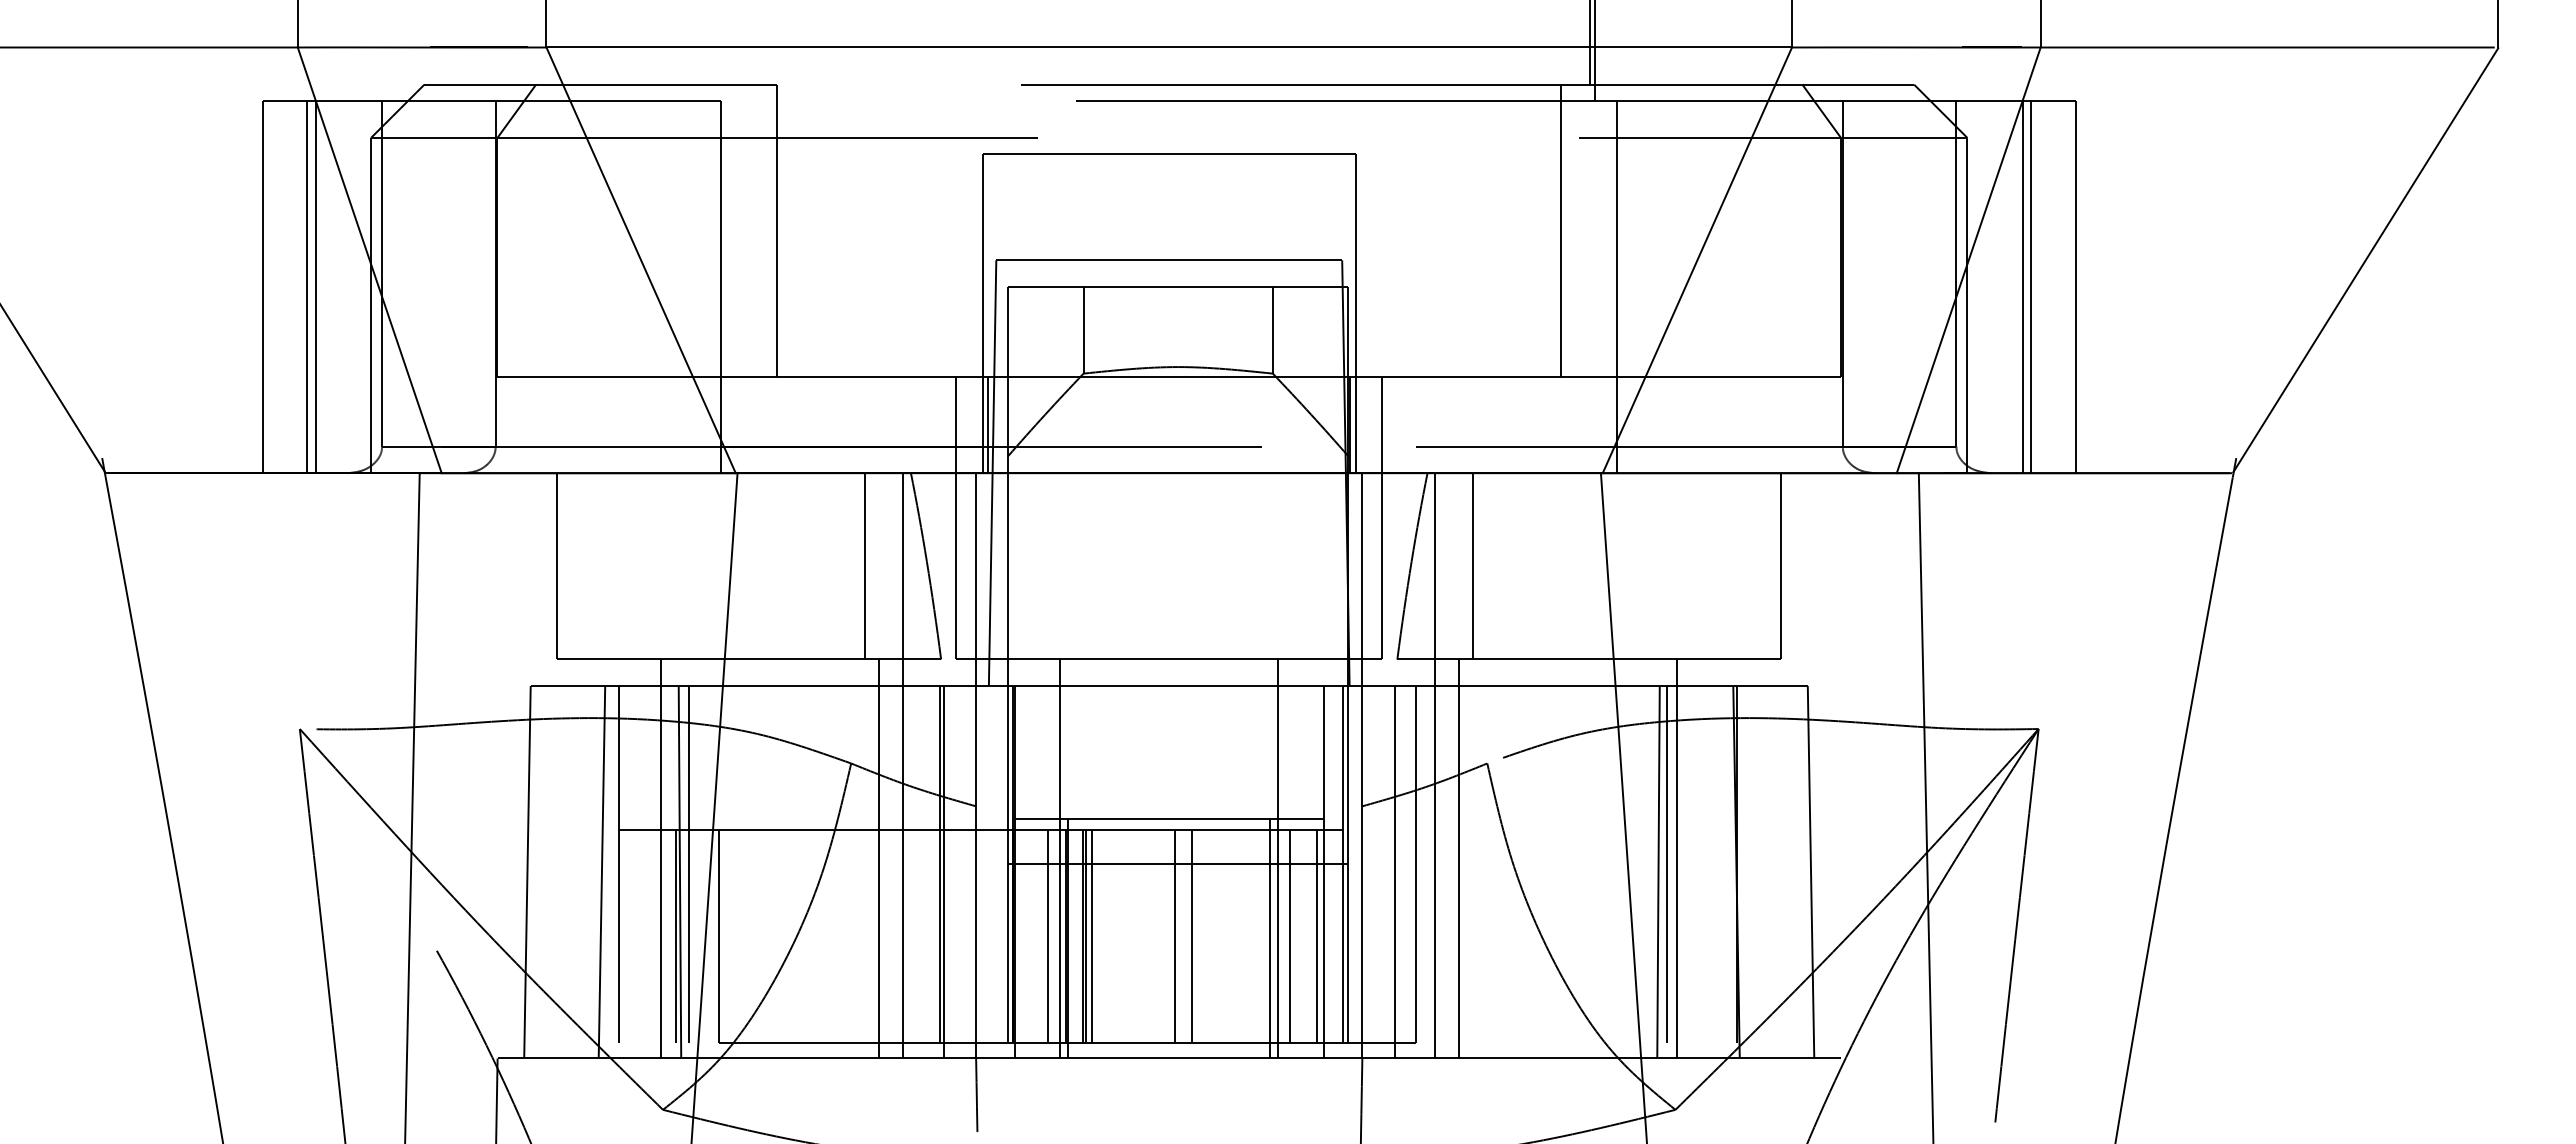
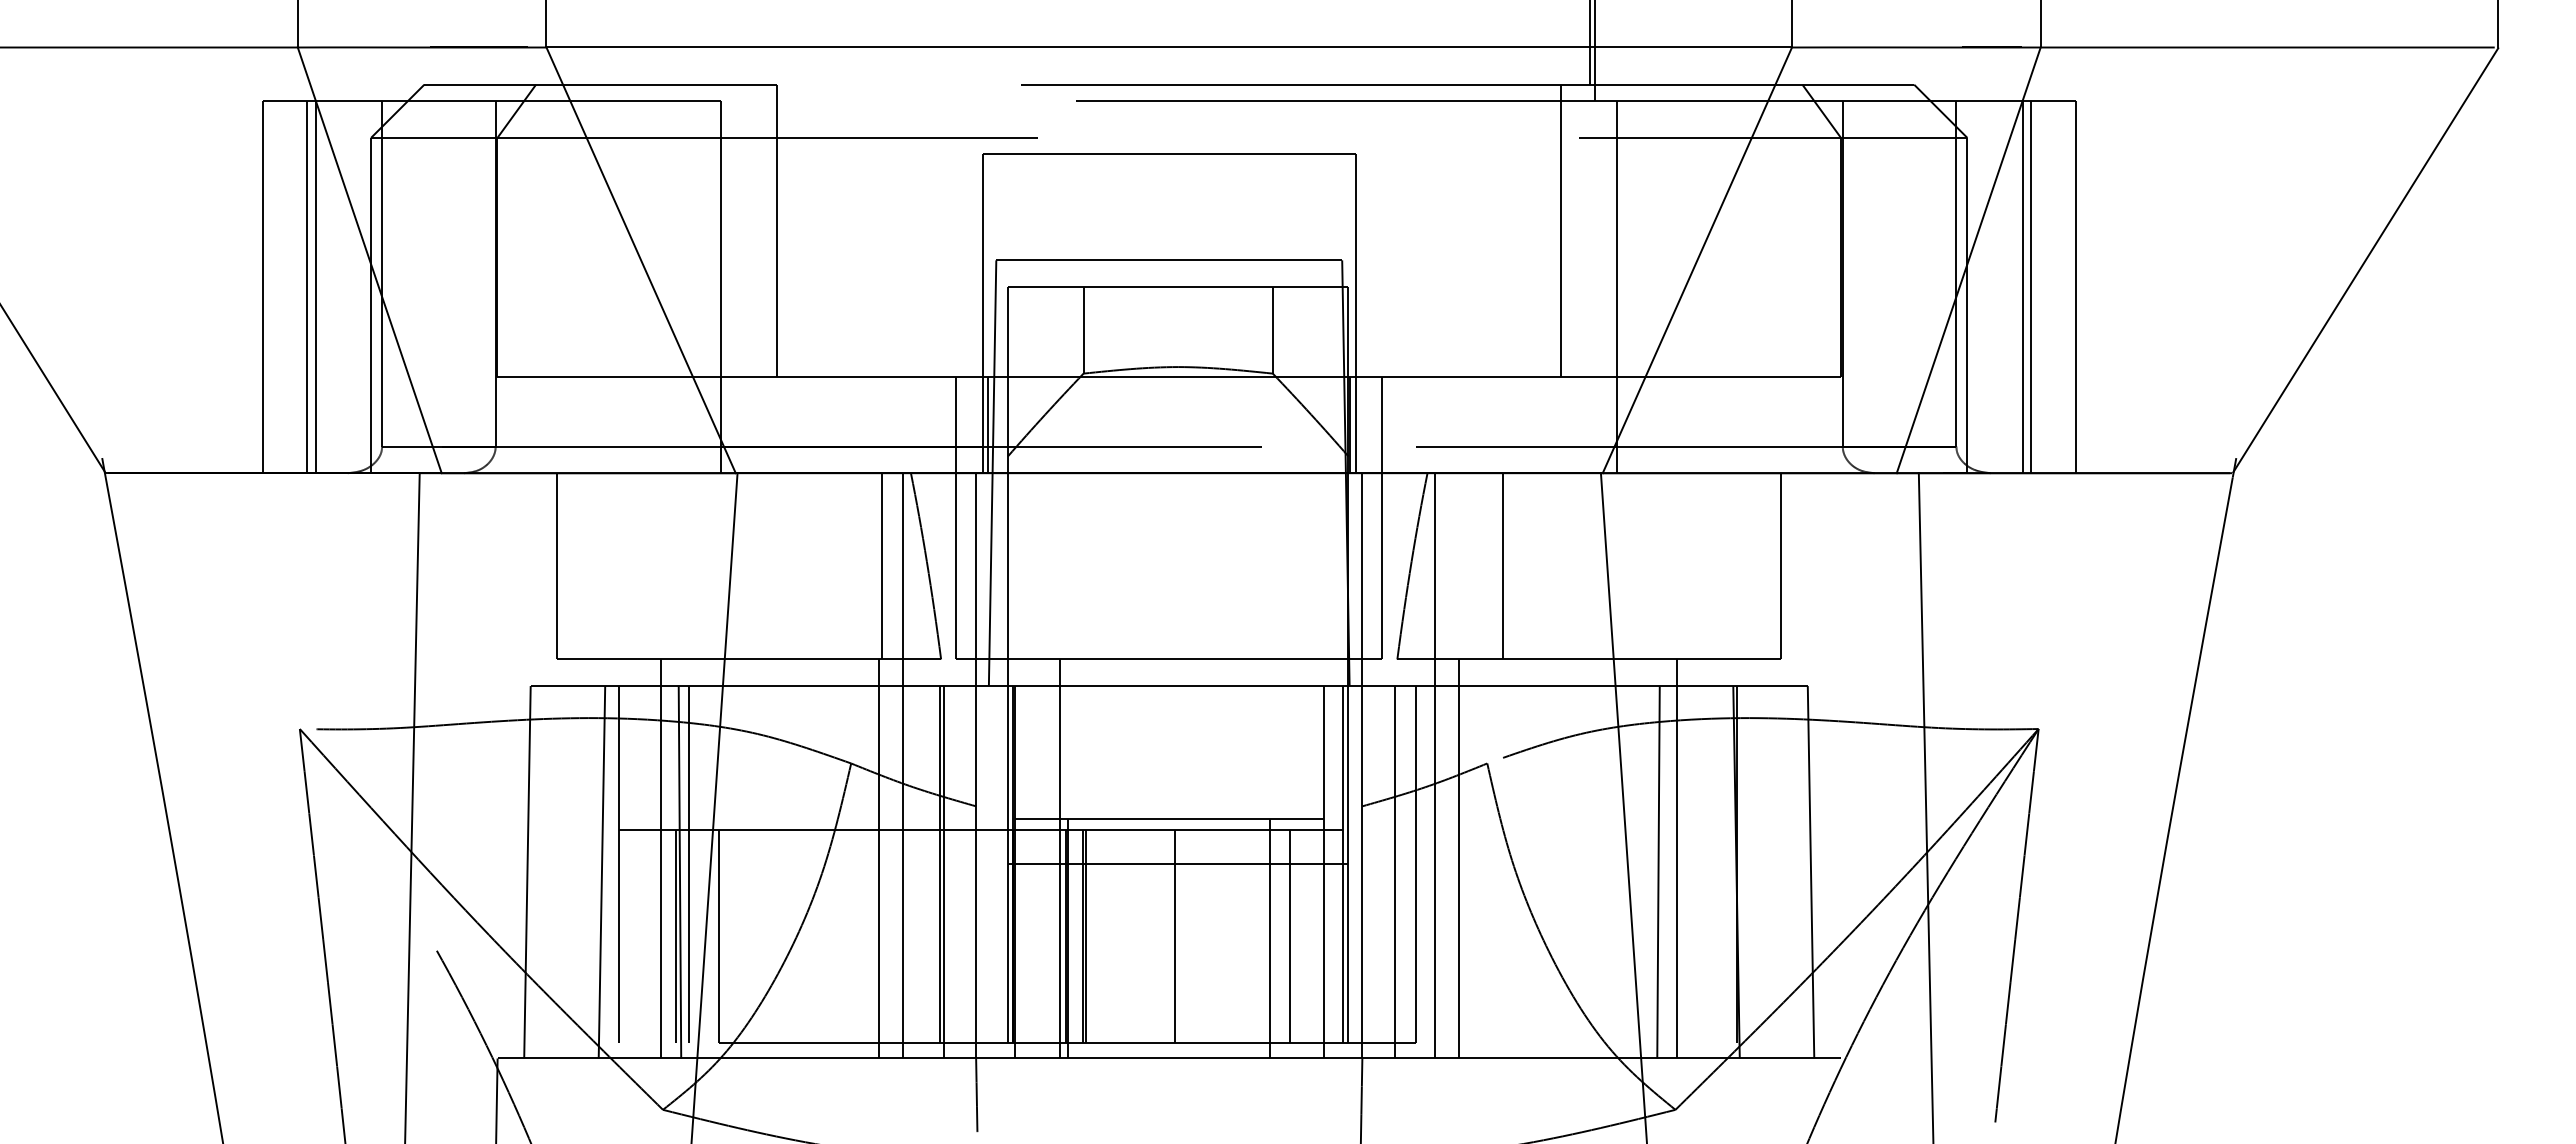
line at (865, 566) position: (865, 566) -> (882, 566)
line at (1473, 566) position: (1473, 566) -> (1503, 566)
line at (1278, 858): present -> none
line at (1667, 864): present -> none
line at (1048, 935): present -> none
line at (1092, 935): present -> none
line at (1191, 935): present -> none
line at (1316, 935): present -> none
